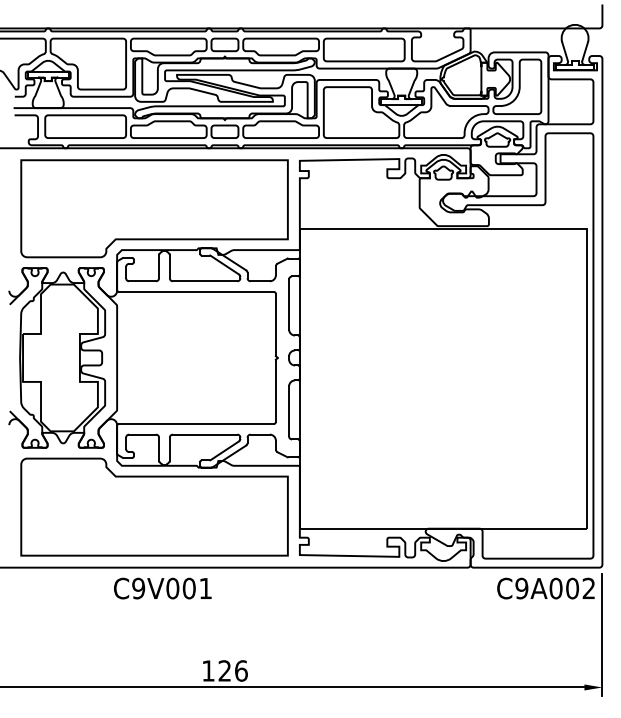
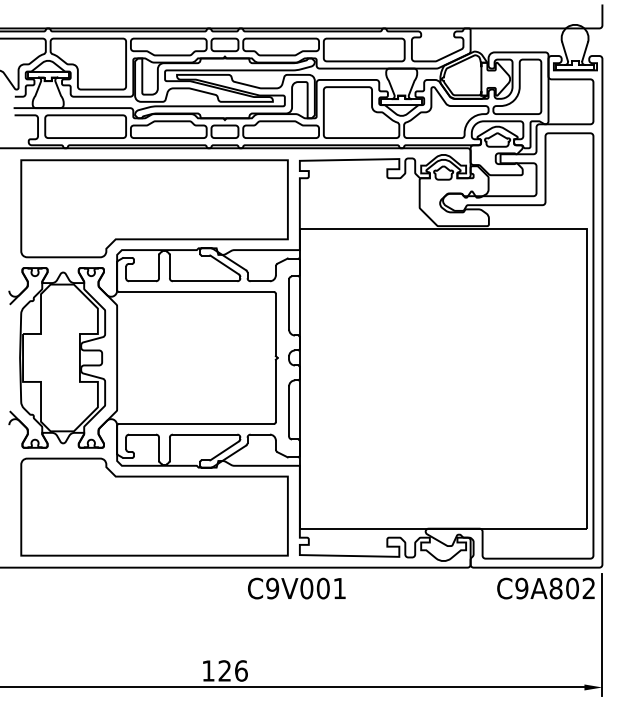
text at (162, 588) position: (162, 588) -> (296, 588)
text at (555, 588): C9A002 -> C9A802
